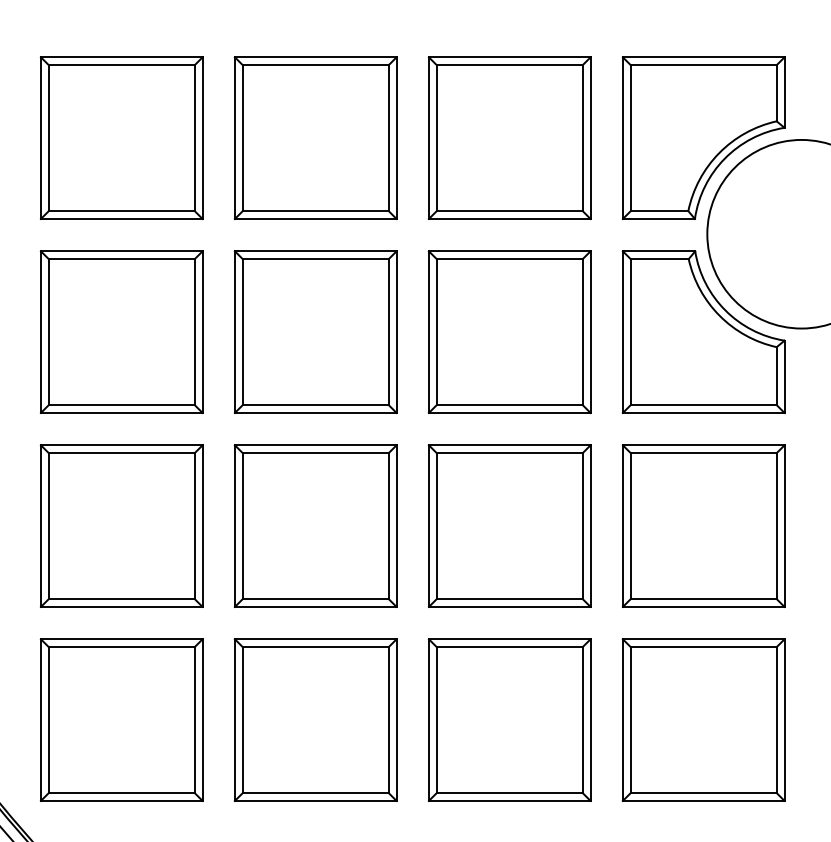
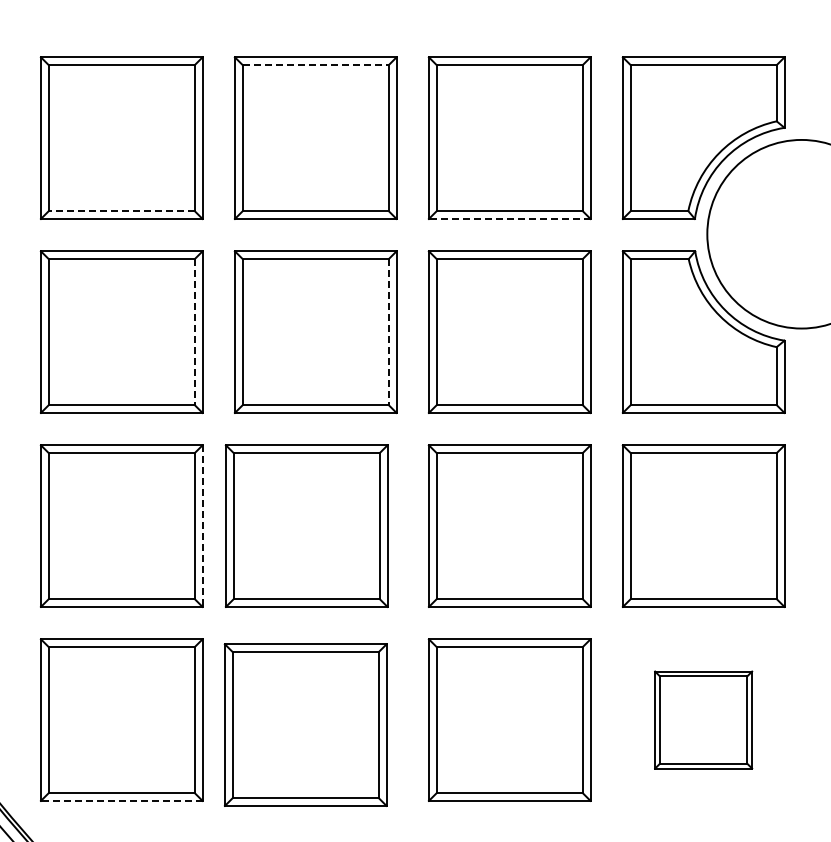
line at (315, 65): solid -> dashed
line at (121, 211): solid -> dashed
line at (509, 218): solid -> dashed
line at (194, 332): solid -> dashed
line at (388, 332): solid -> dashed
part at (315, 525) position: (315, 525) -> (306, 525)
line at (202, 526): solid -> dashed
part at (315, 719) position: (315, 719) -> (305, 724)
part at (703, 719) size: 165x164 px -> 100x100 px
line at (121, 800): solid -> dashed
